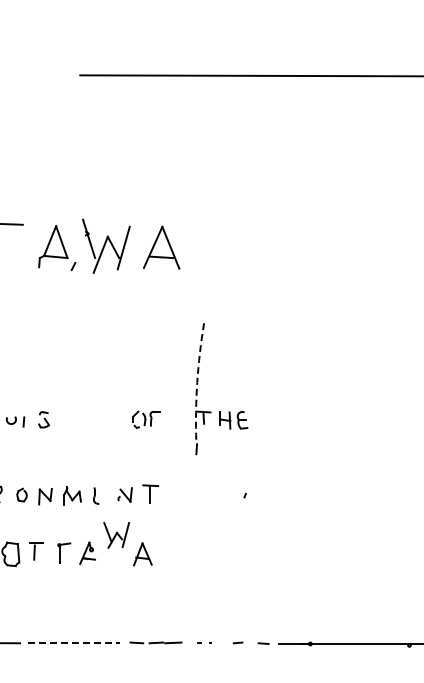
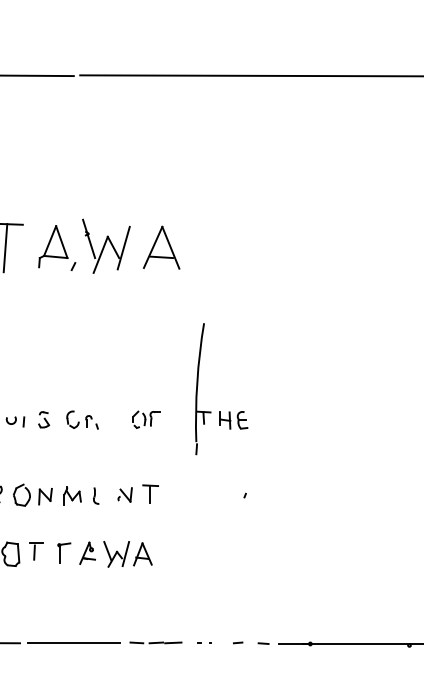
line at (37, 75): none -> present
line at (5, 248): none -> present
arc at (197, 382): dashed -> solid
part at (82, 419): none -> present
part at (21, 494) size: 12x16 px -> 18x24 px
part at (116, 535) position: (116, 535) -> (116, 554)
line at (74, 642): dashed -> solid
